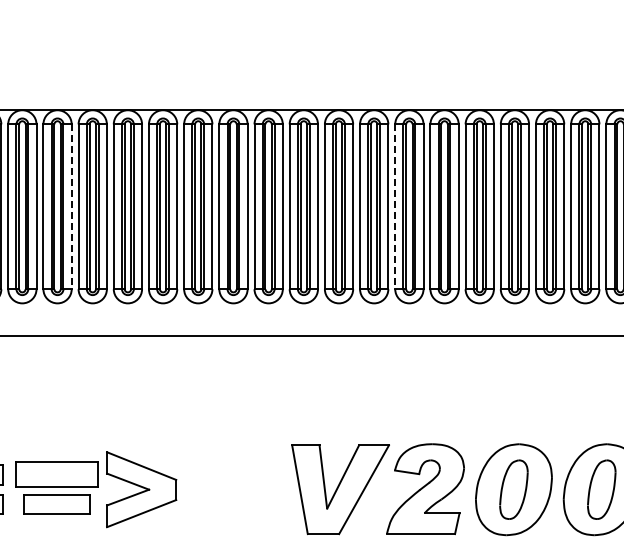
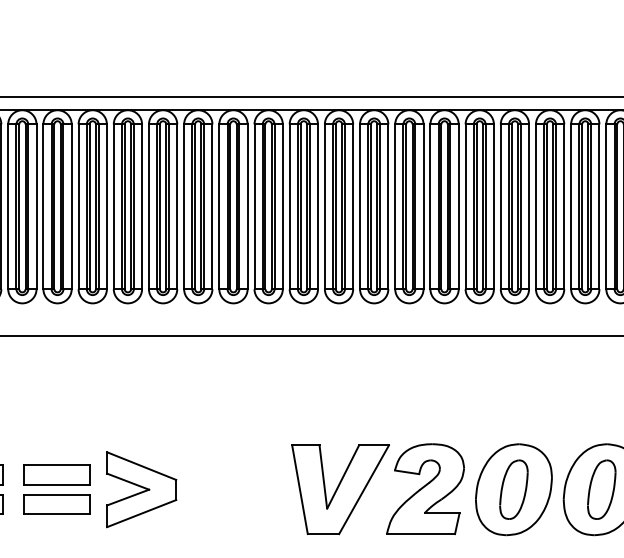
line at (311, 96): none -> present
line at (71, 207): dashed -> solid
line at (395, 207): dashed -> solid
part at (56, 474) size: 84x27 px -> 68x22 px
